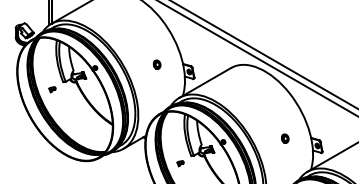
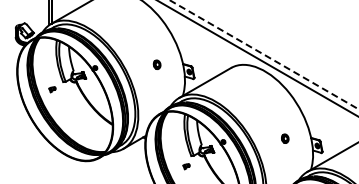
line at (264, 54): solid -> dashed
part at (180, 163) position: (180, 163) -> (186, 166)
